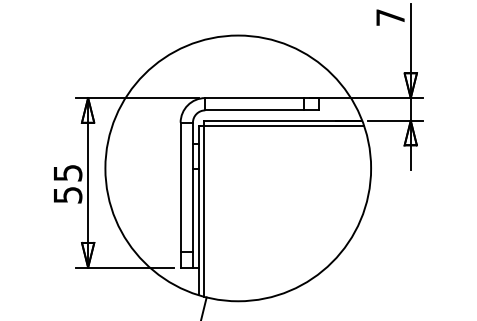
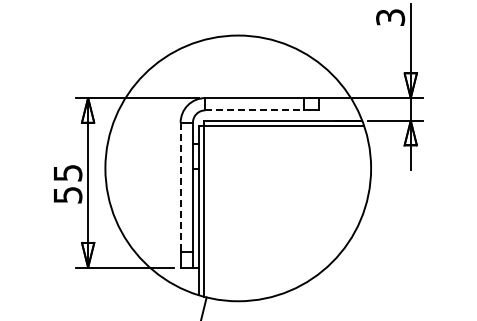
text at (390, 17): 7 -> 3
line at (255, 110): solid -> dashed
line at (180, 187): solid -> dashed
